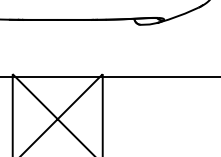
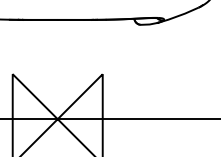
line at (109, 77) position: (109, 77) -> (109, 119)
